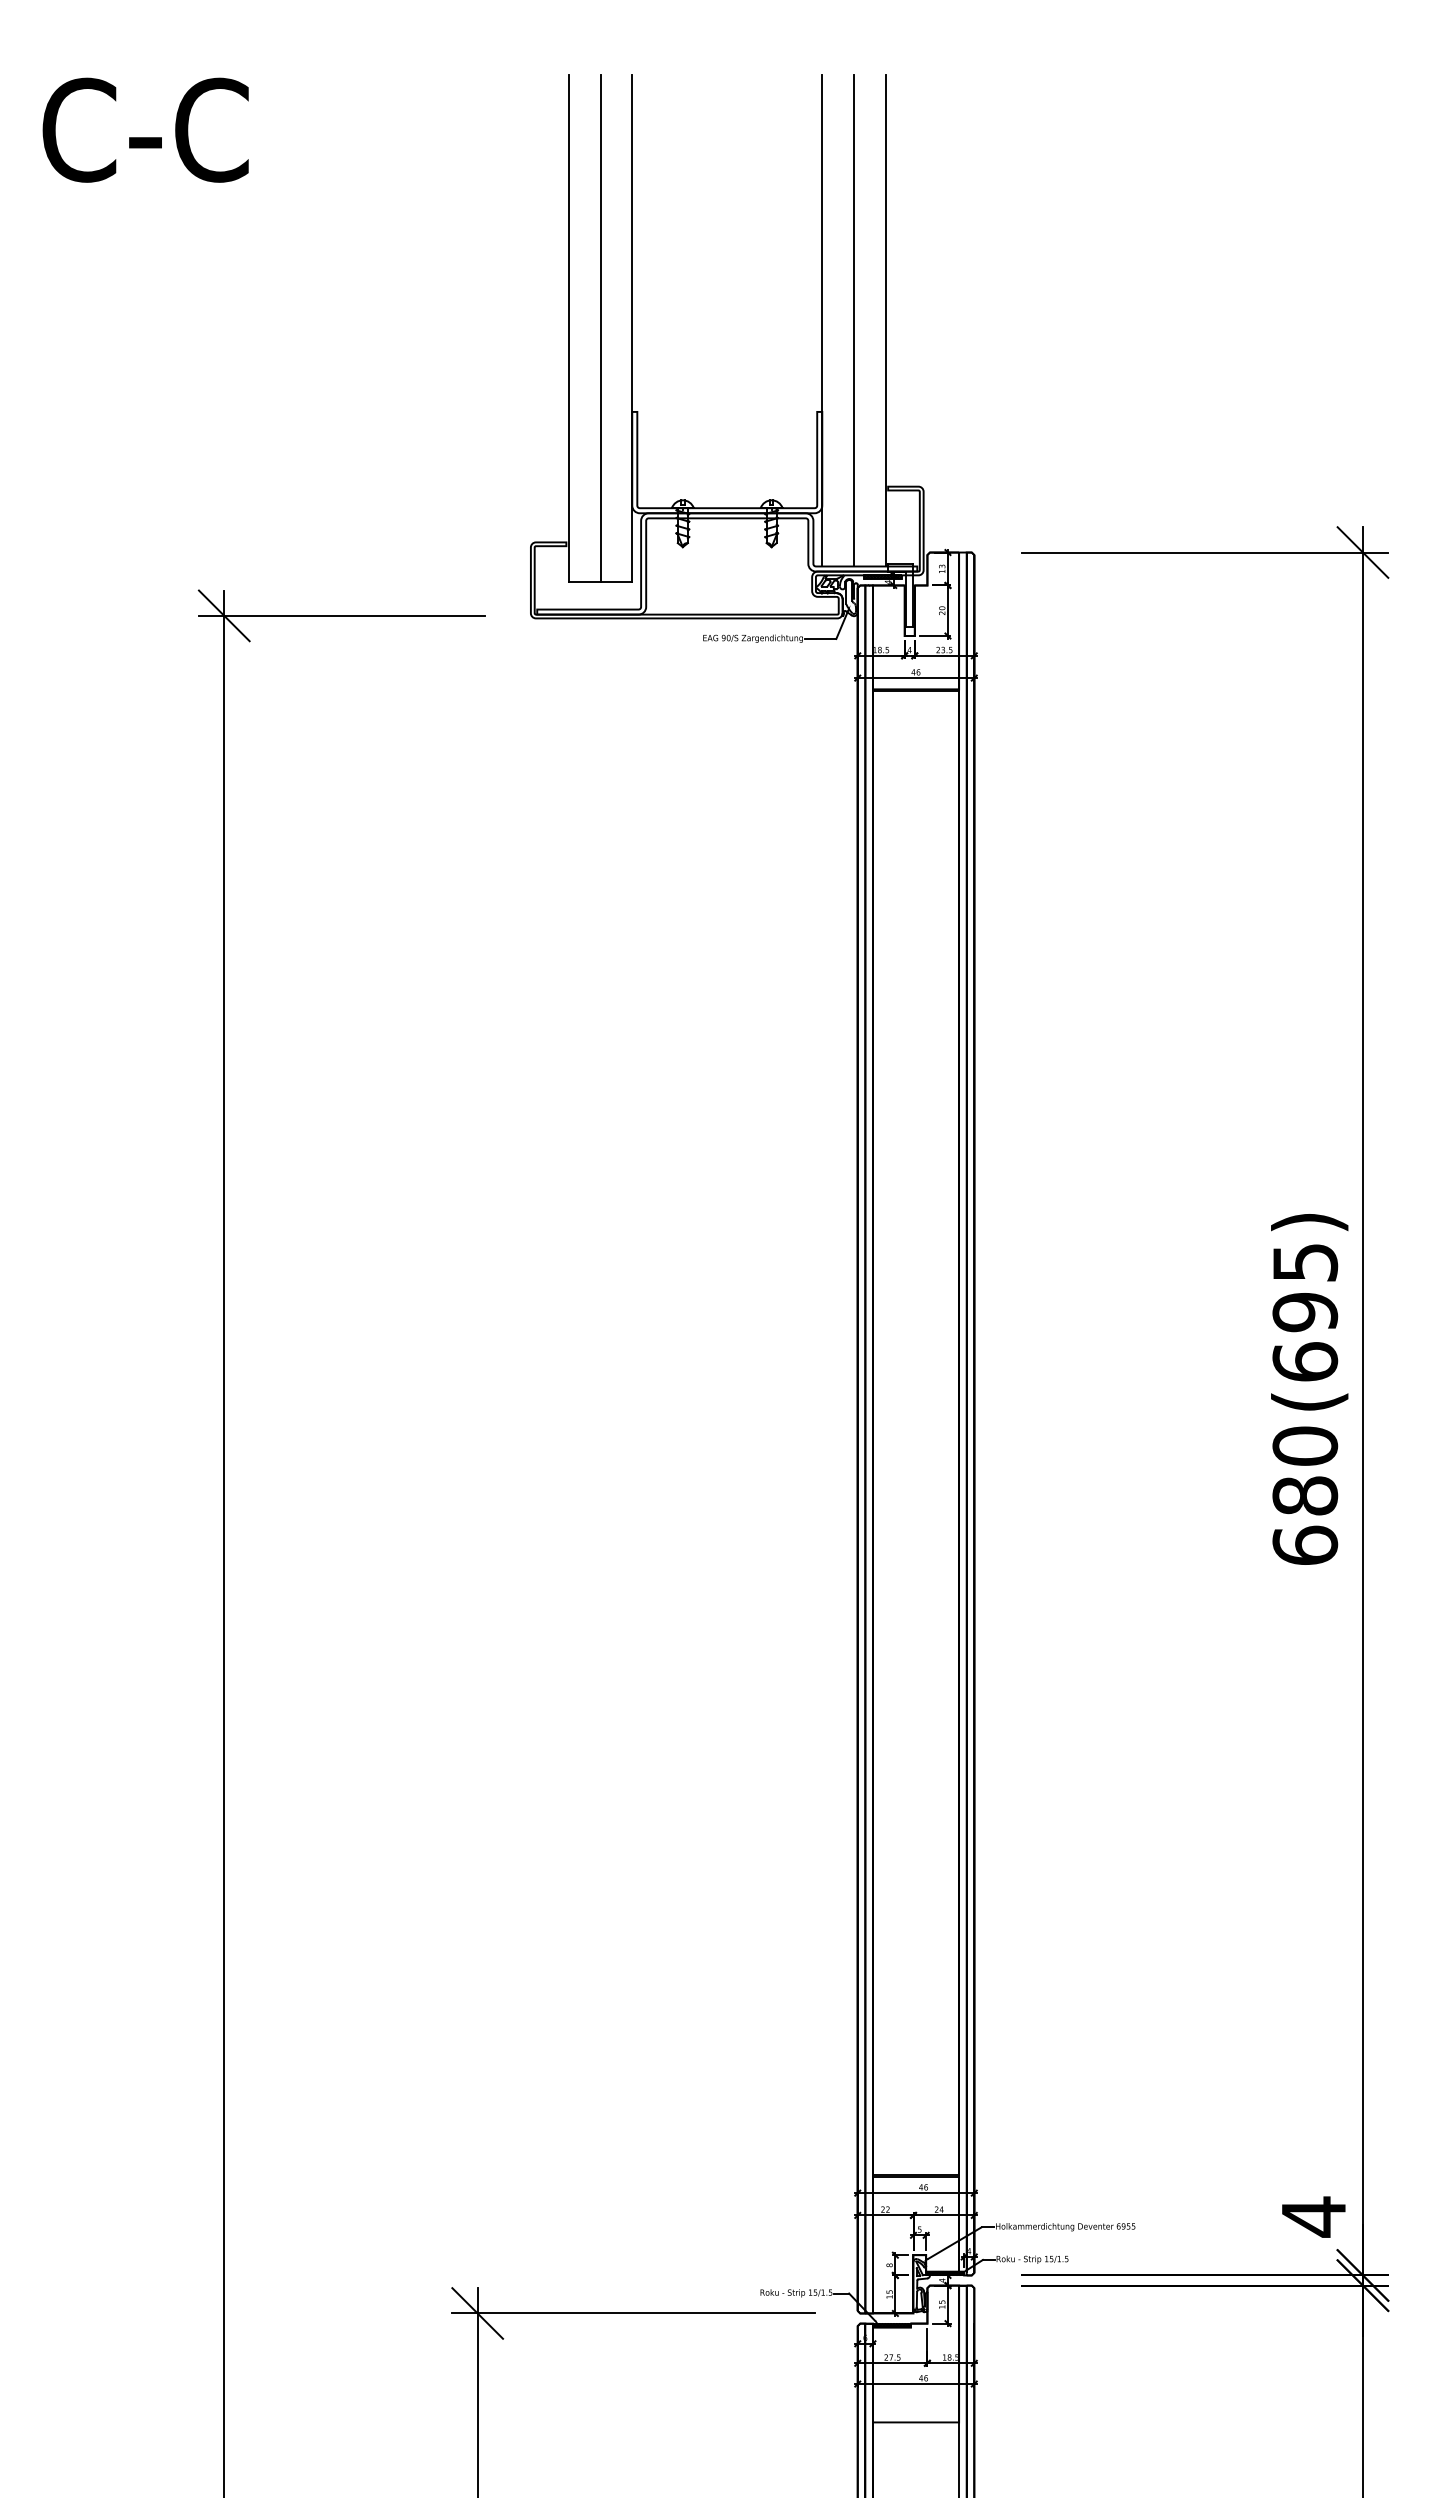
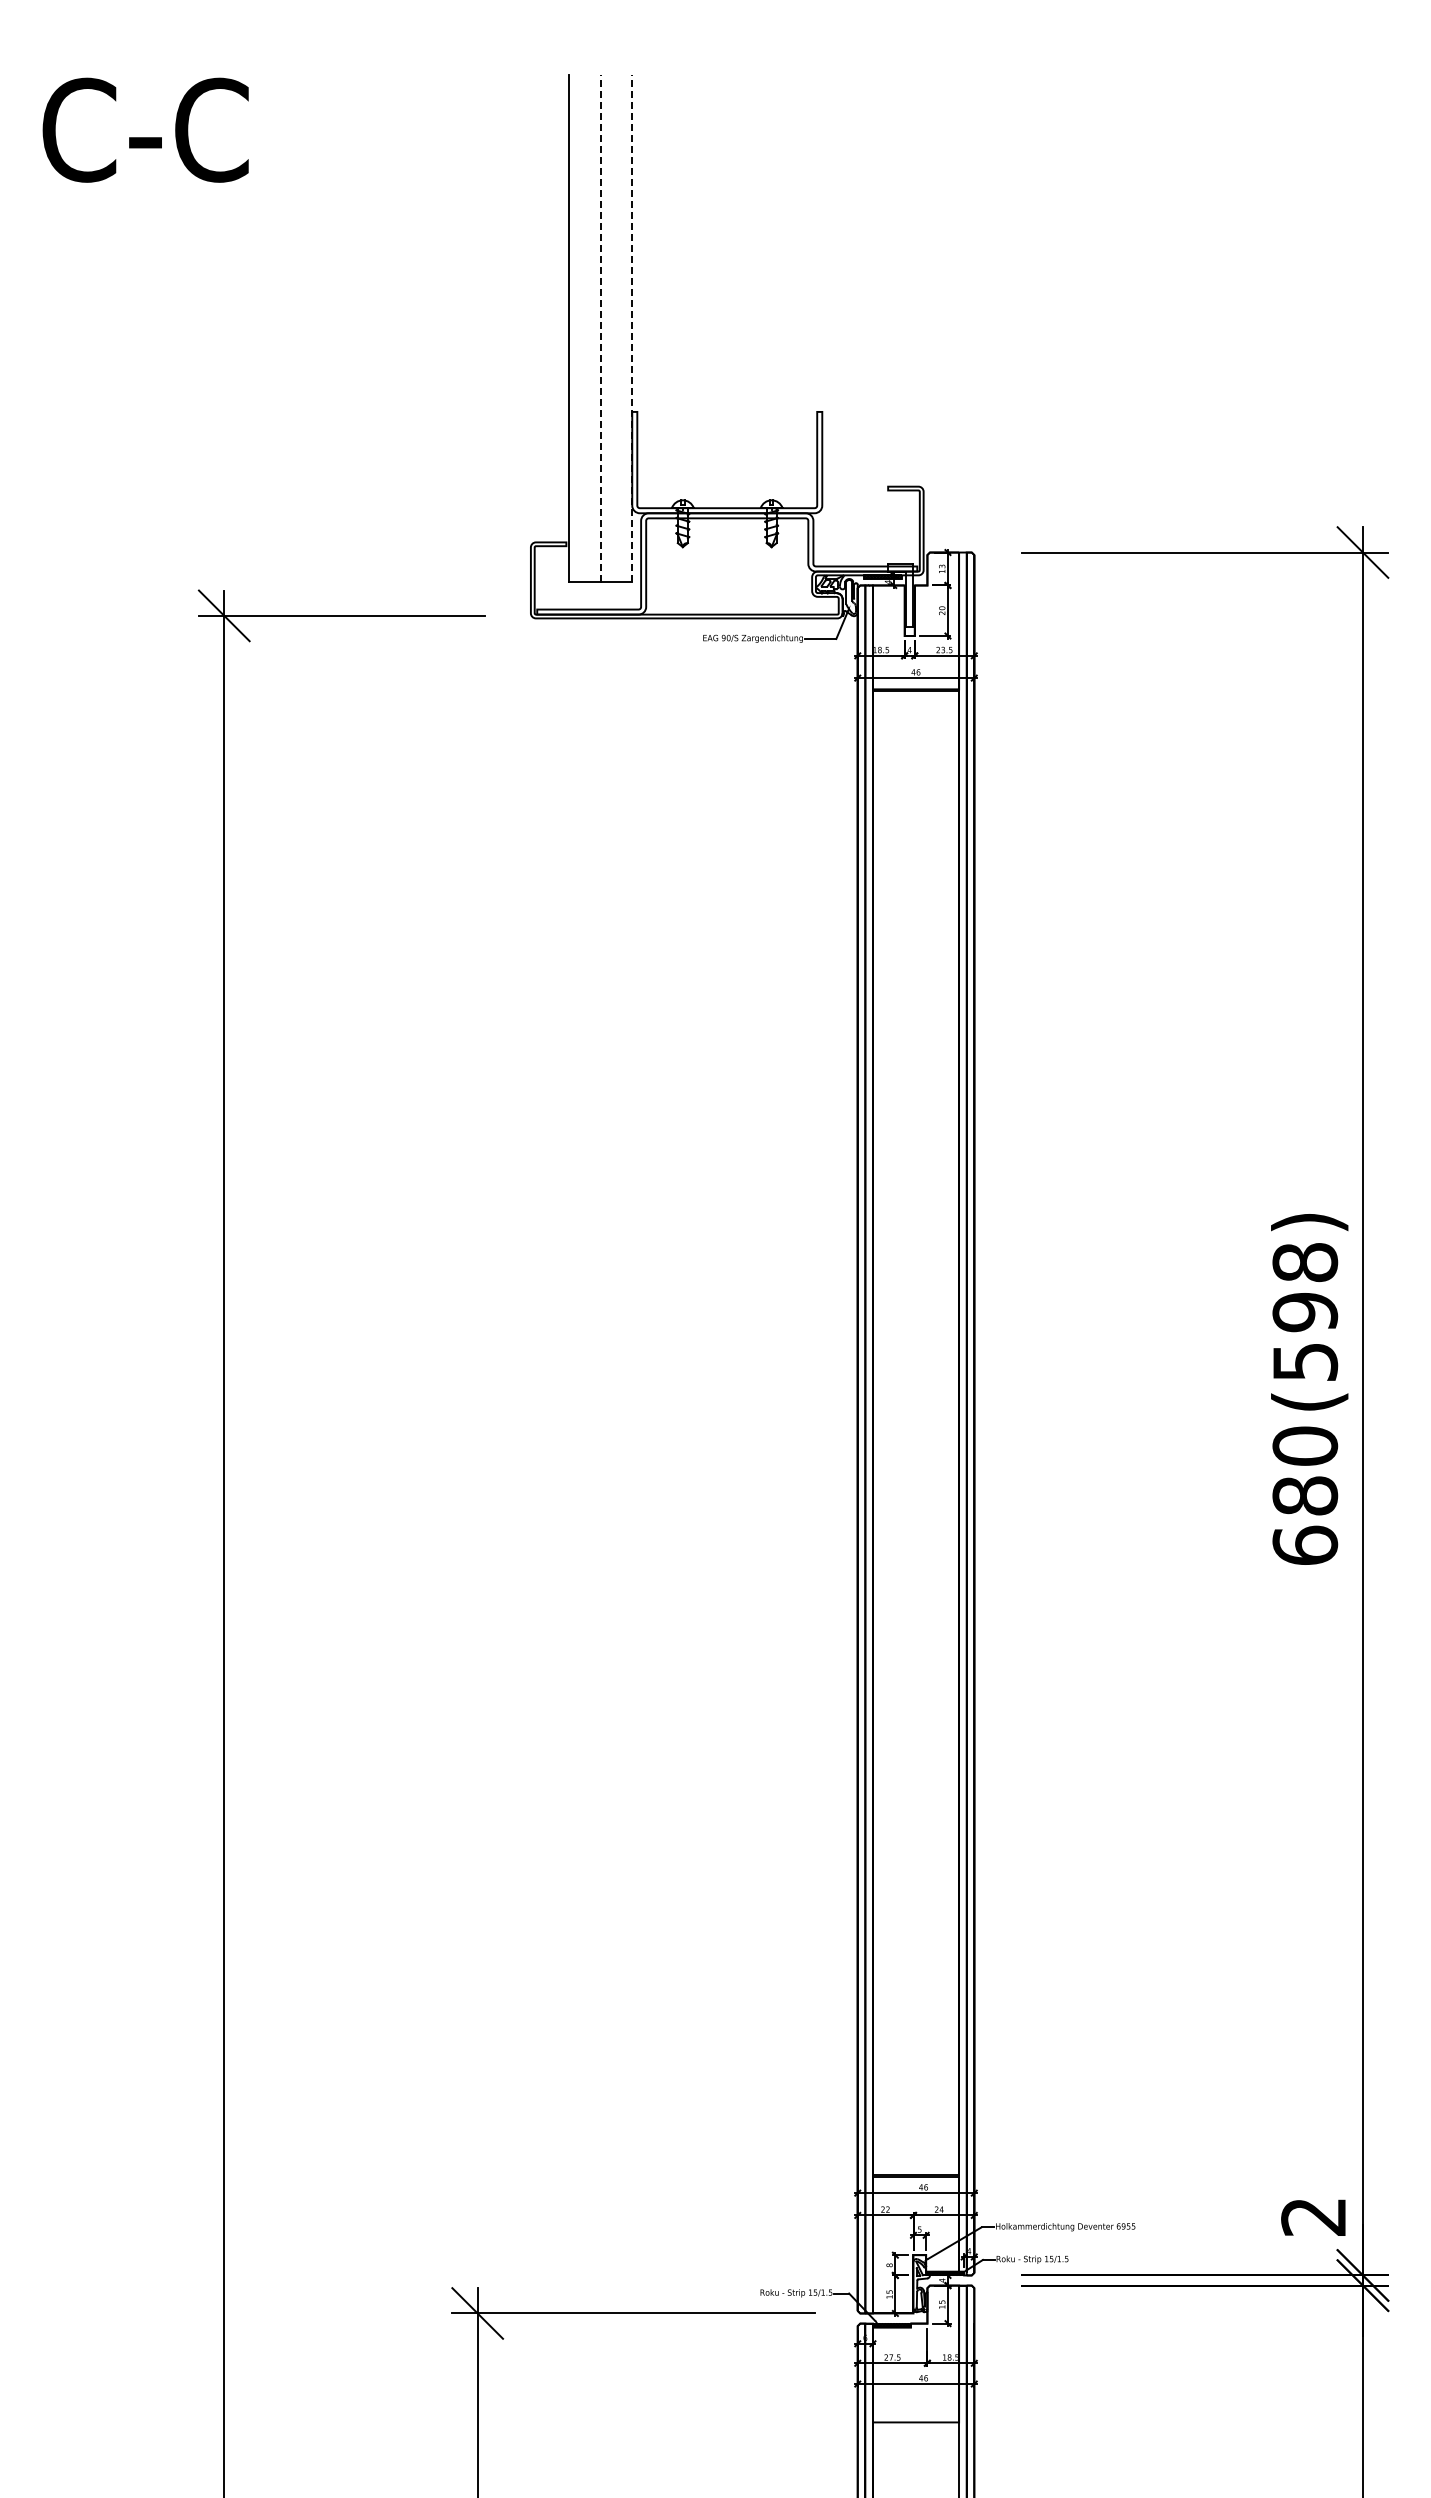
line at (822, 320): present -> none
line at (853, 320): present -> none
line at (885, 320): present -> none
line at (600, 327): solid -> dashed
line at (632, 327): solid -> dashed
text at (1305, 1312): (695) -> (598)
text at (1313, 2216): 4 -> 2
